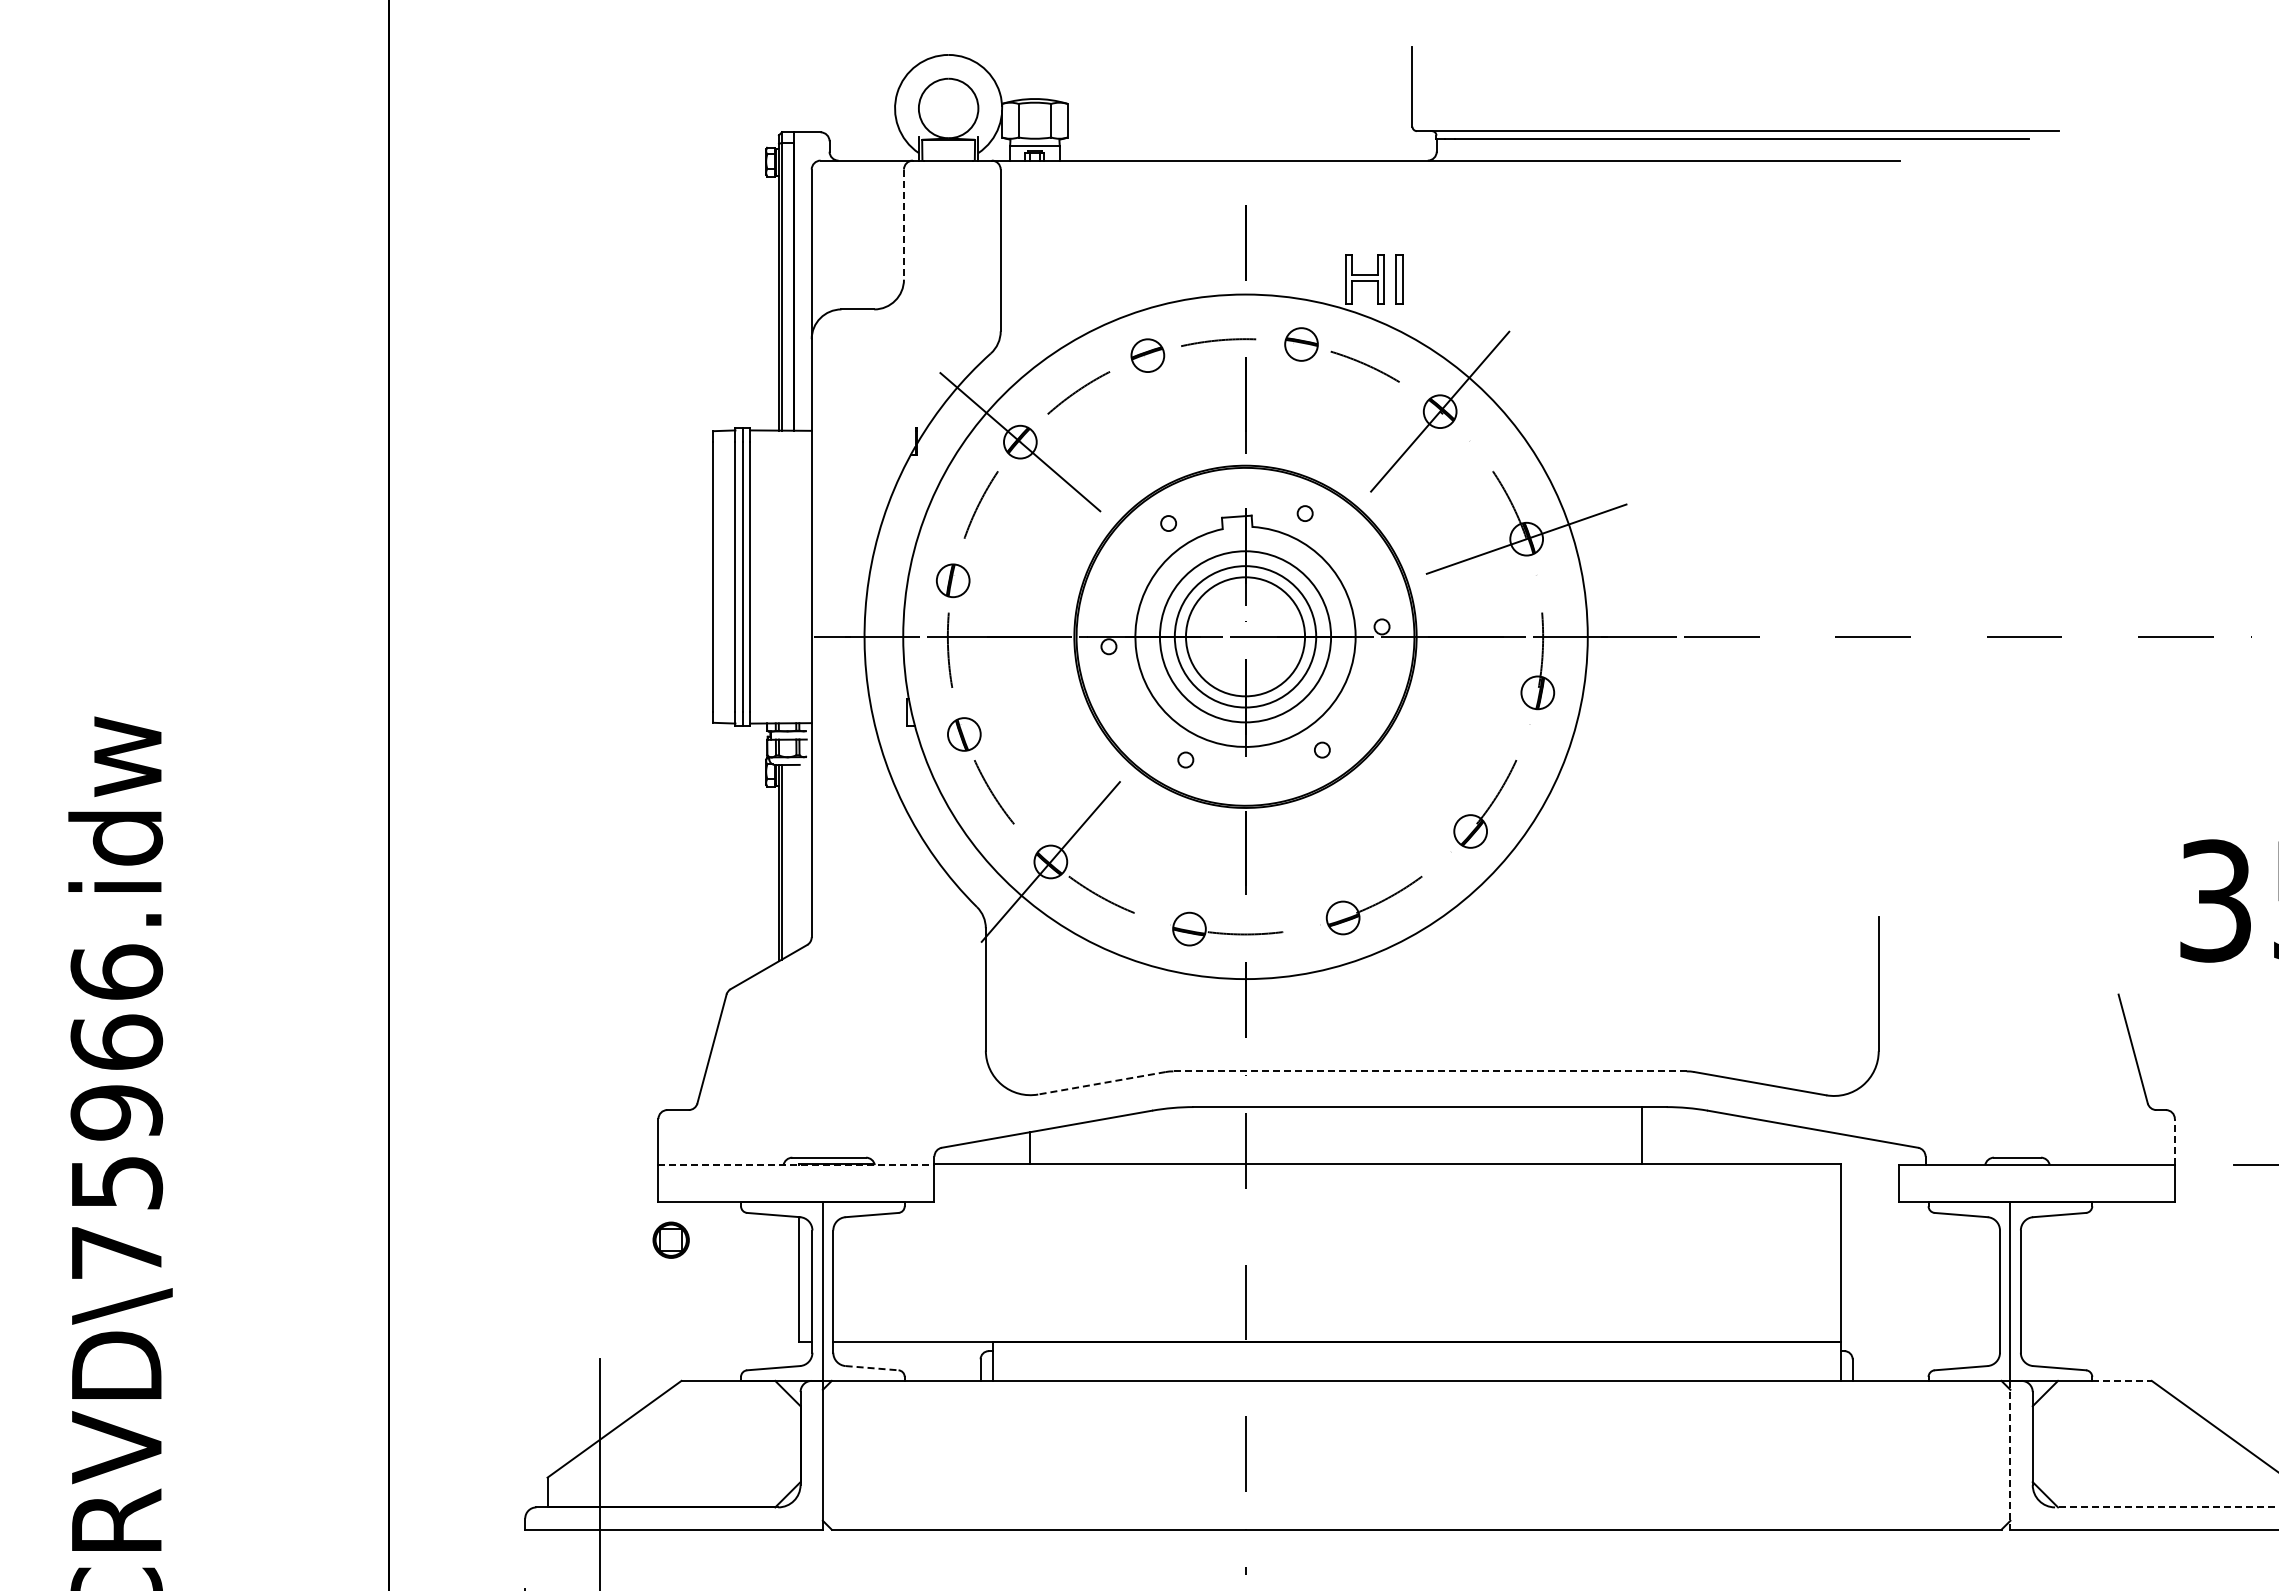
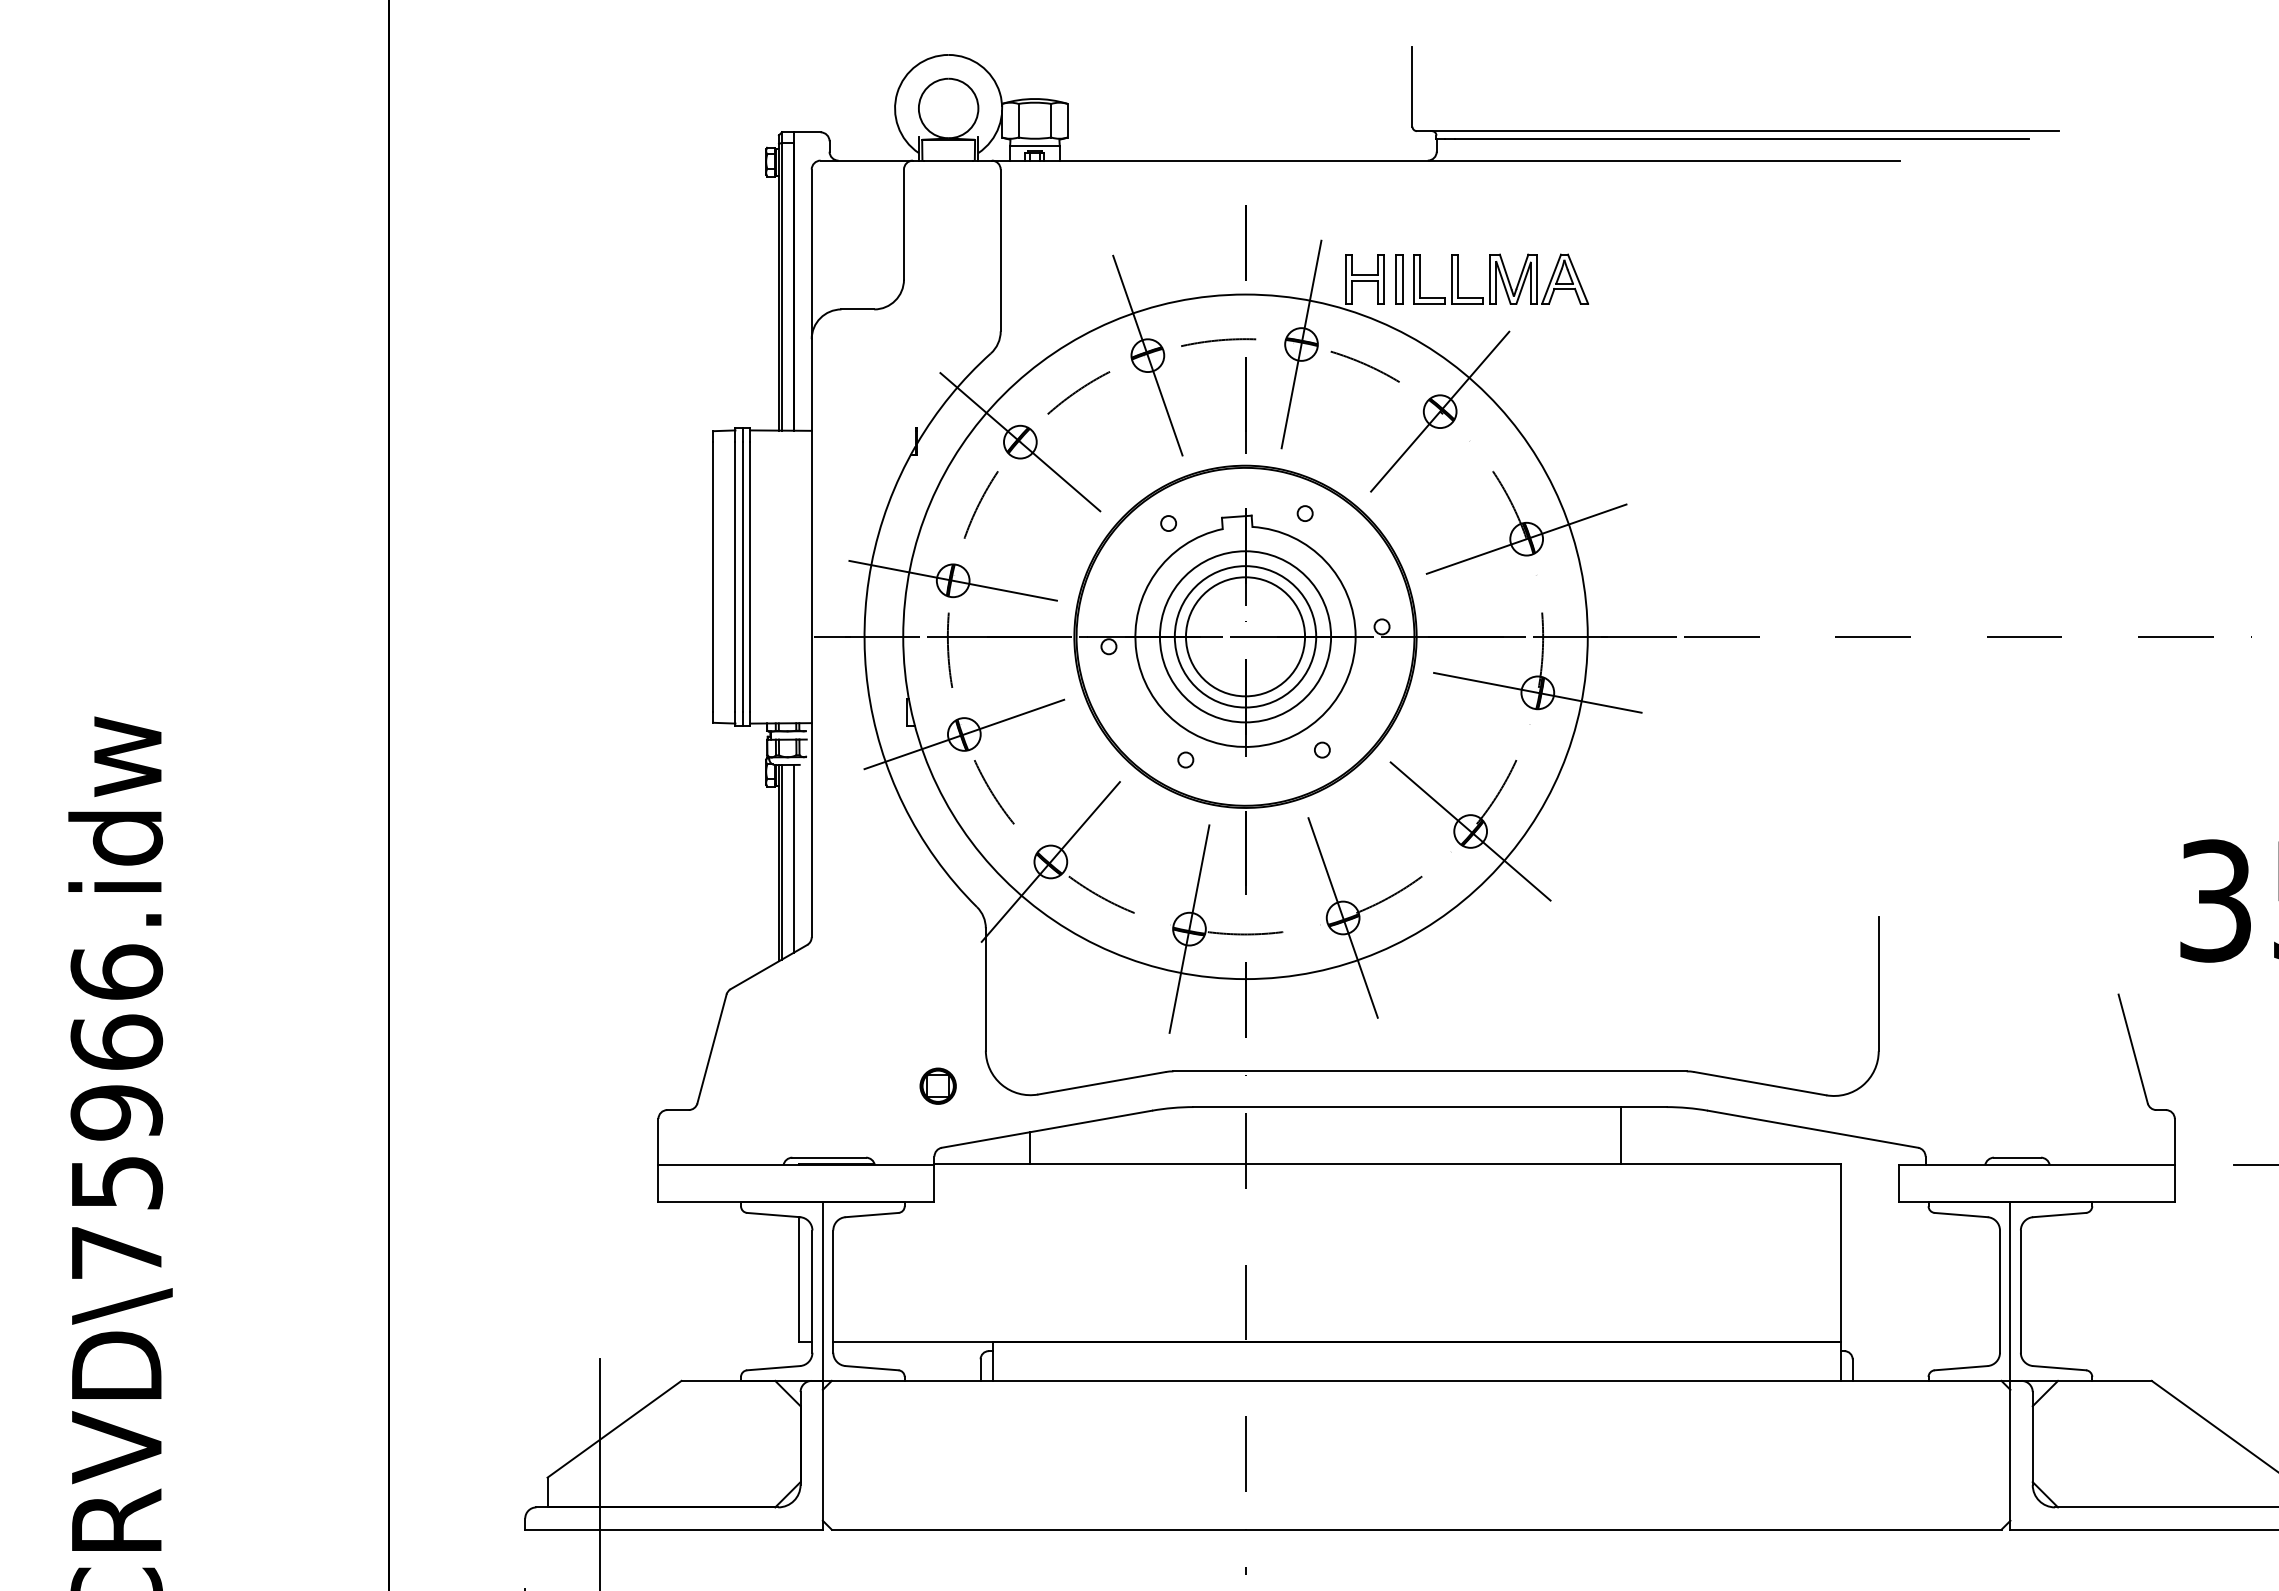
line at (903, 225): dashed -> solid
part at (1501, 278): none -> present
line at (1301, 344): none -> present
line at (1147, 355): none -> present
line at (952, 580): none -> present
line at (1537, 692): none -> present
line at (964, 734): none -> present
line at (1470, 831): none -> present
line at (793, 858): none -> present
line at (1342, 917): none -> present
line at (1189, 928): none -> present
line at (1430, 1071): dashed -> solid
line at (1101, 1083): dashed -> solid
line at (1641, 1135) position: (1641, 1135) -> (1620, 1135)
line at (2174, 1141): dashed -> solid
line at (796, 1165): dashed -> solid
part at (670, 1239) position: (670, 1239) -> (937, 1085)
line at (872, 1368): dashed -> solid
line at (2122, 1380): dashed -> solid
line at (2010, 1455): dashed -> solid
line at (2166, 1507): dashed -> solid
